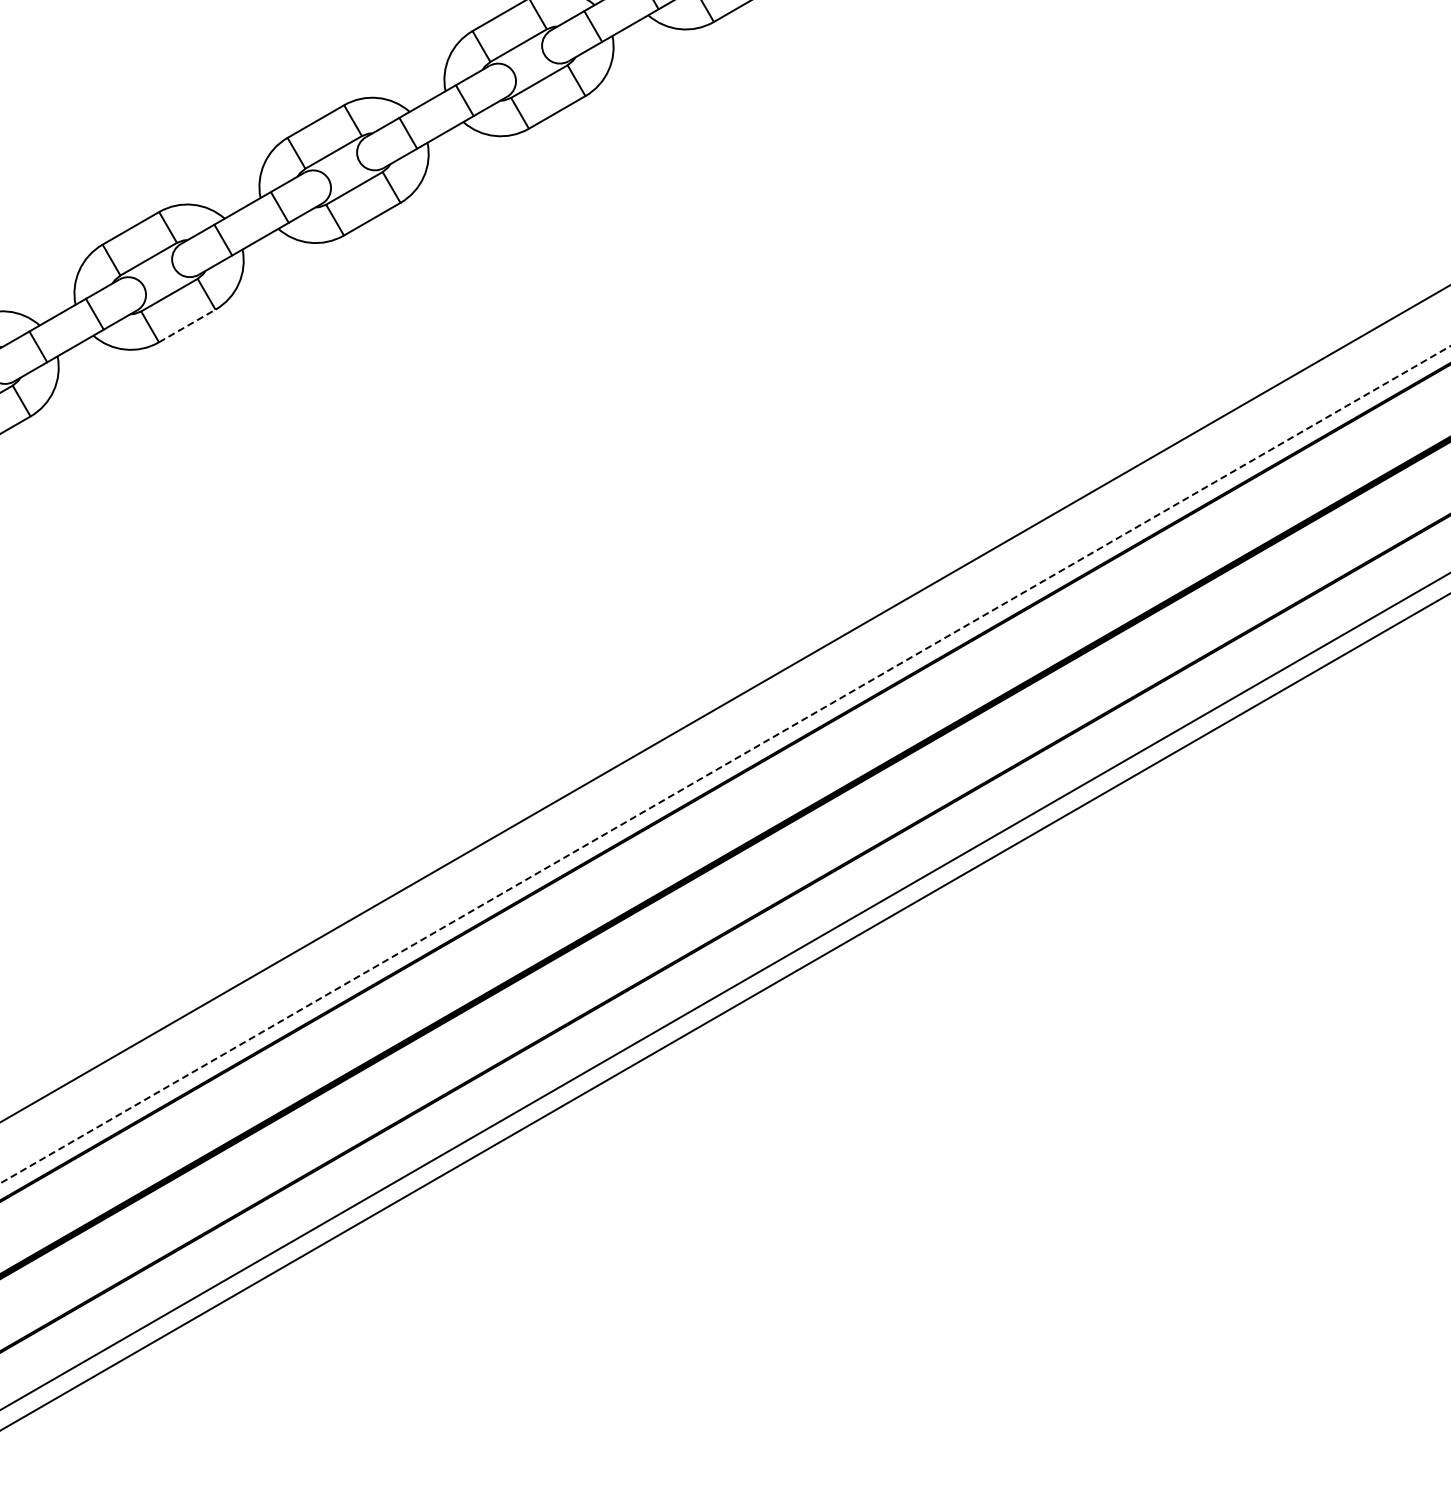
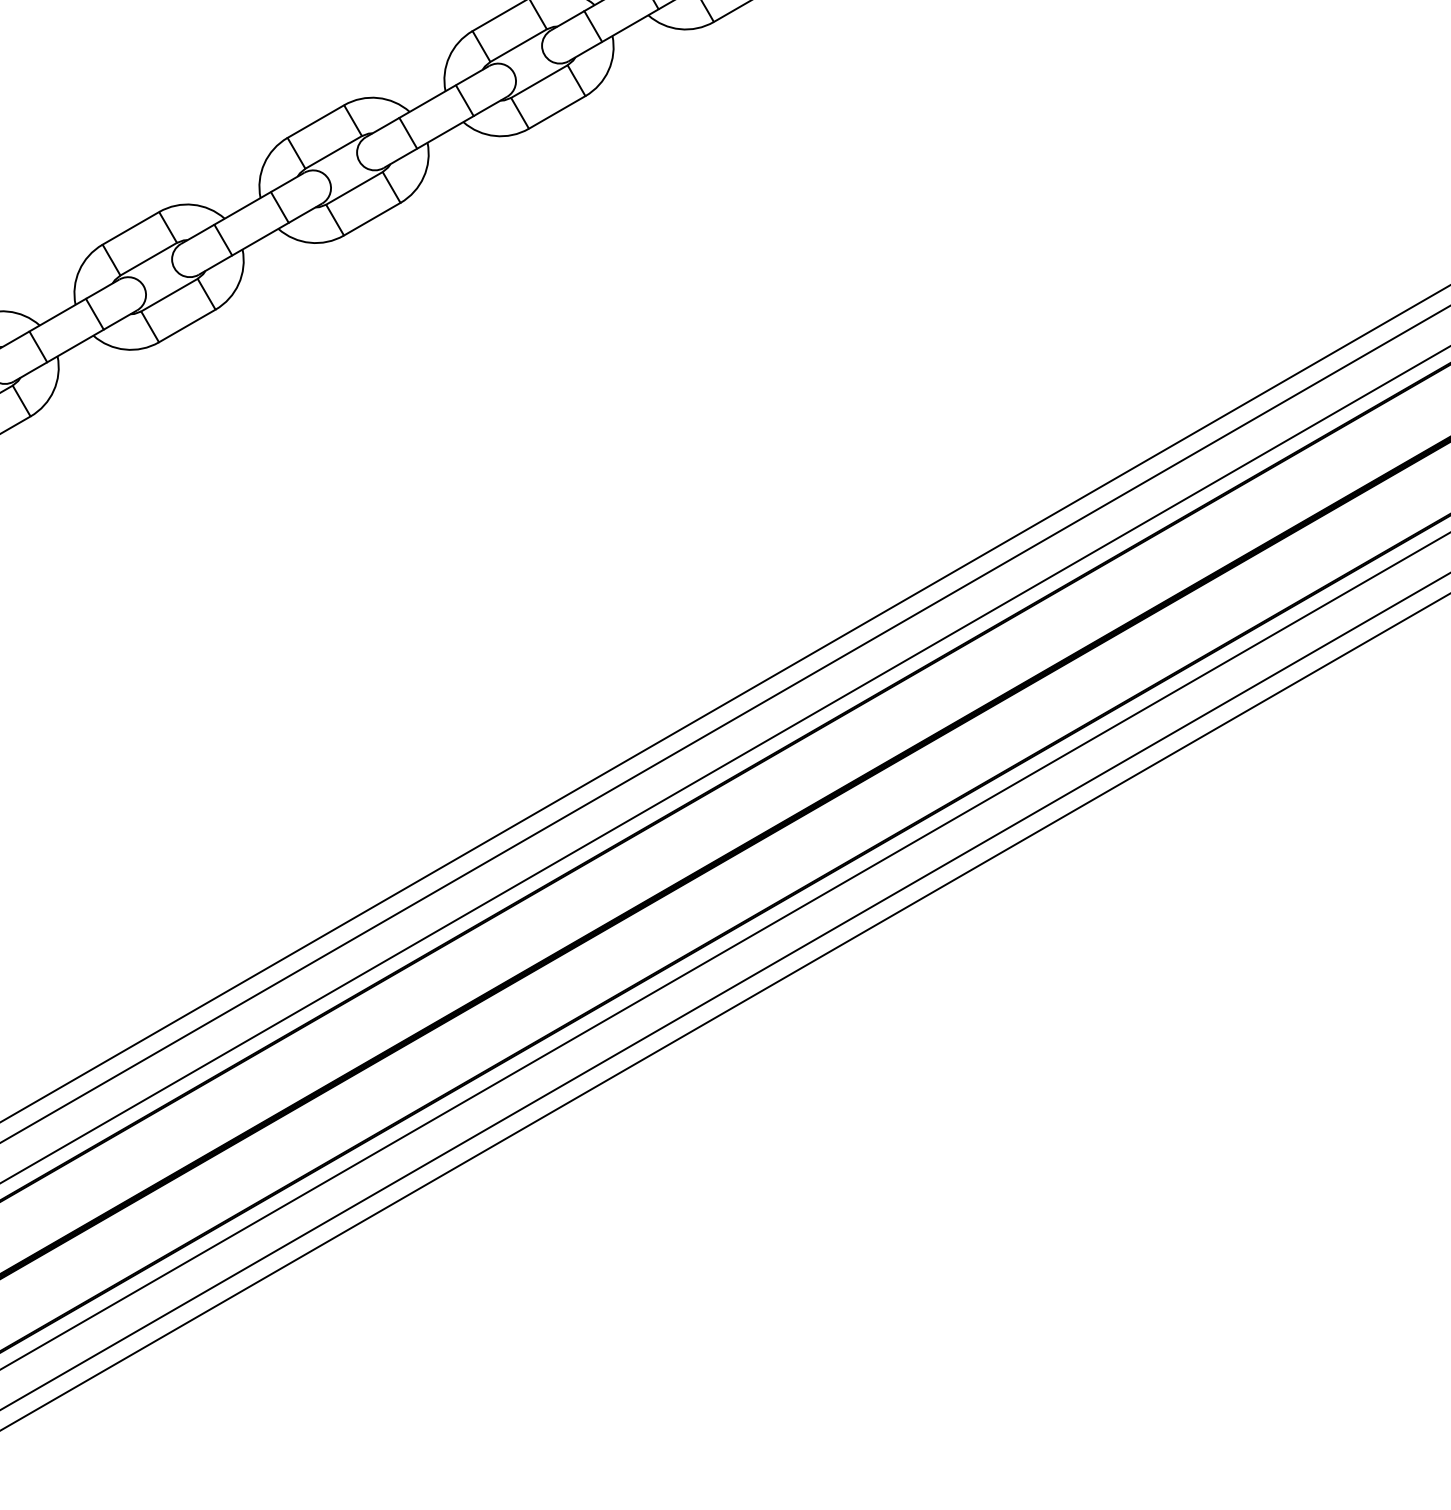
line at (187, 326): dashed -> solid
line at (724, 724): none -> present
line at (725, 764): dashed -> solid
line at (724, 951): none -> present
